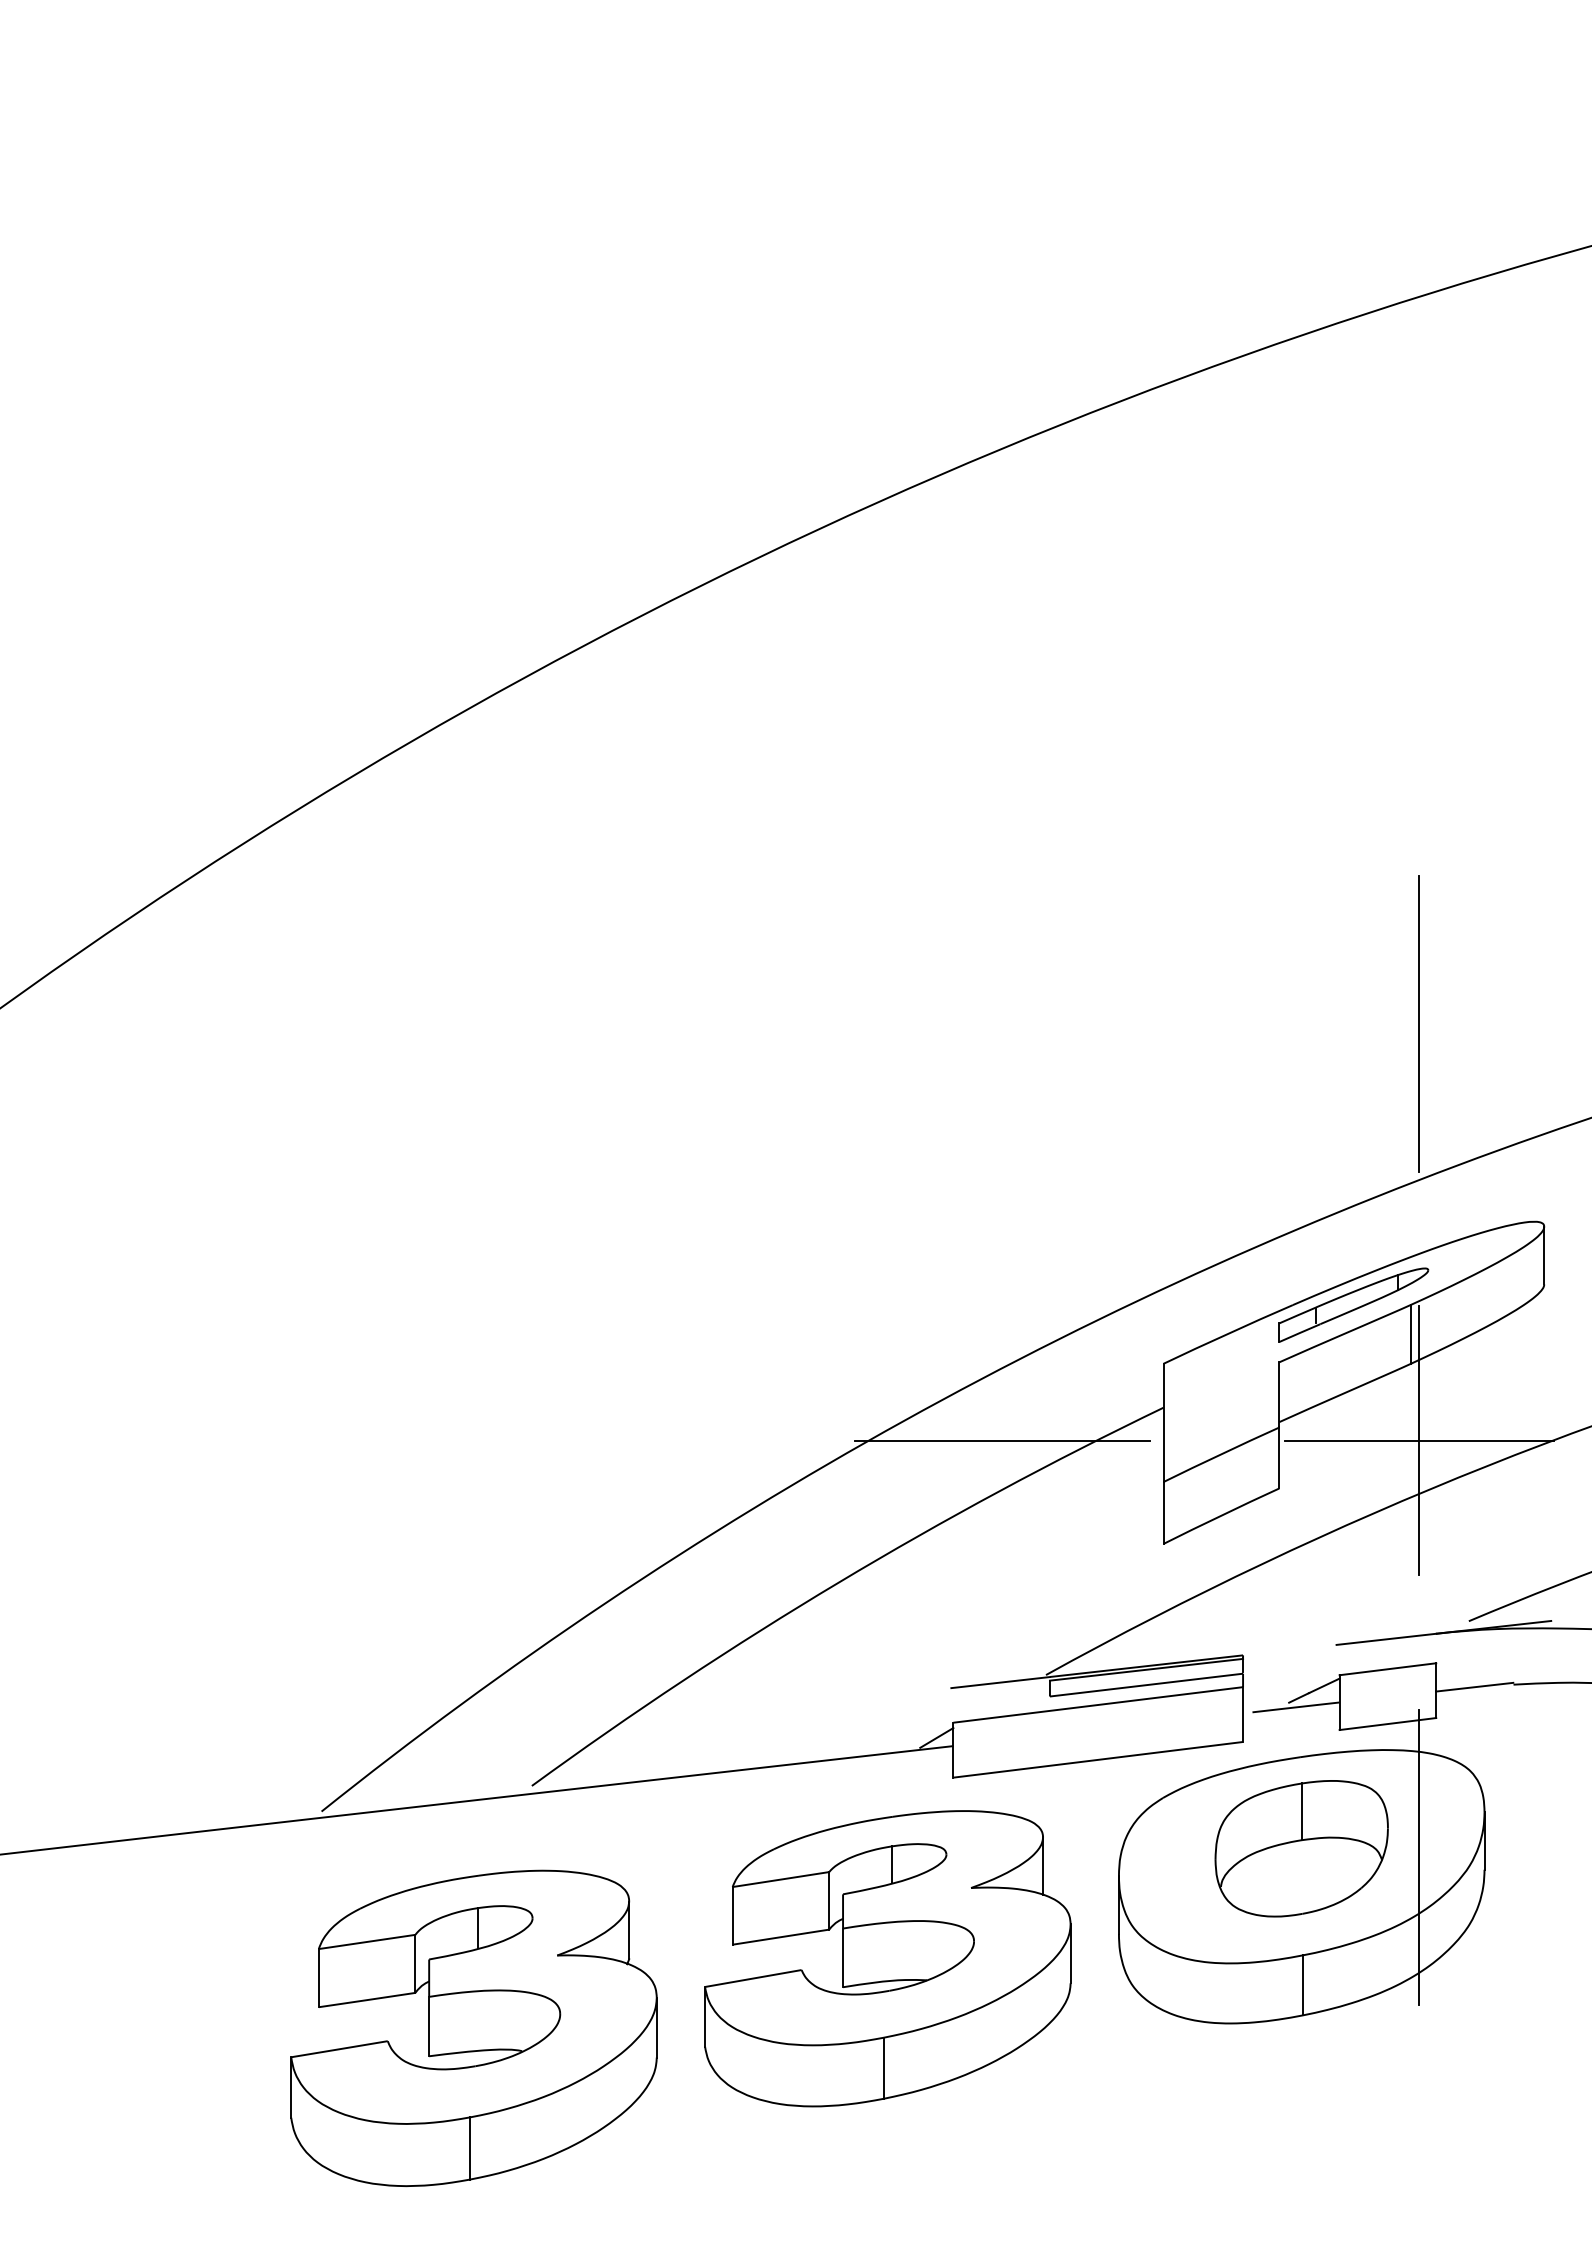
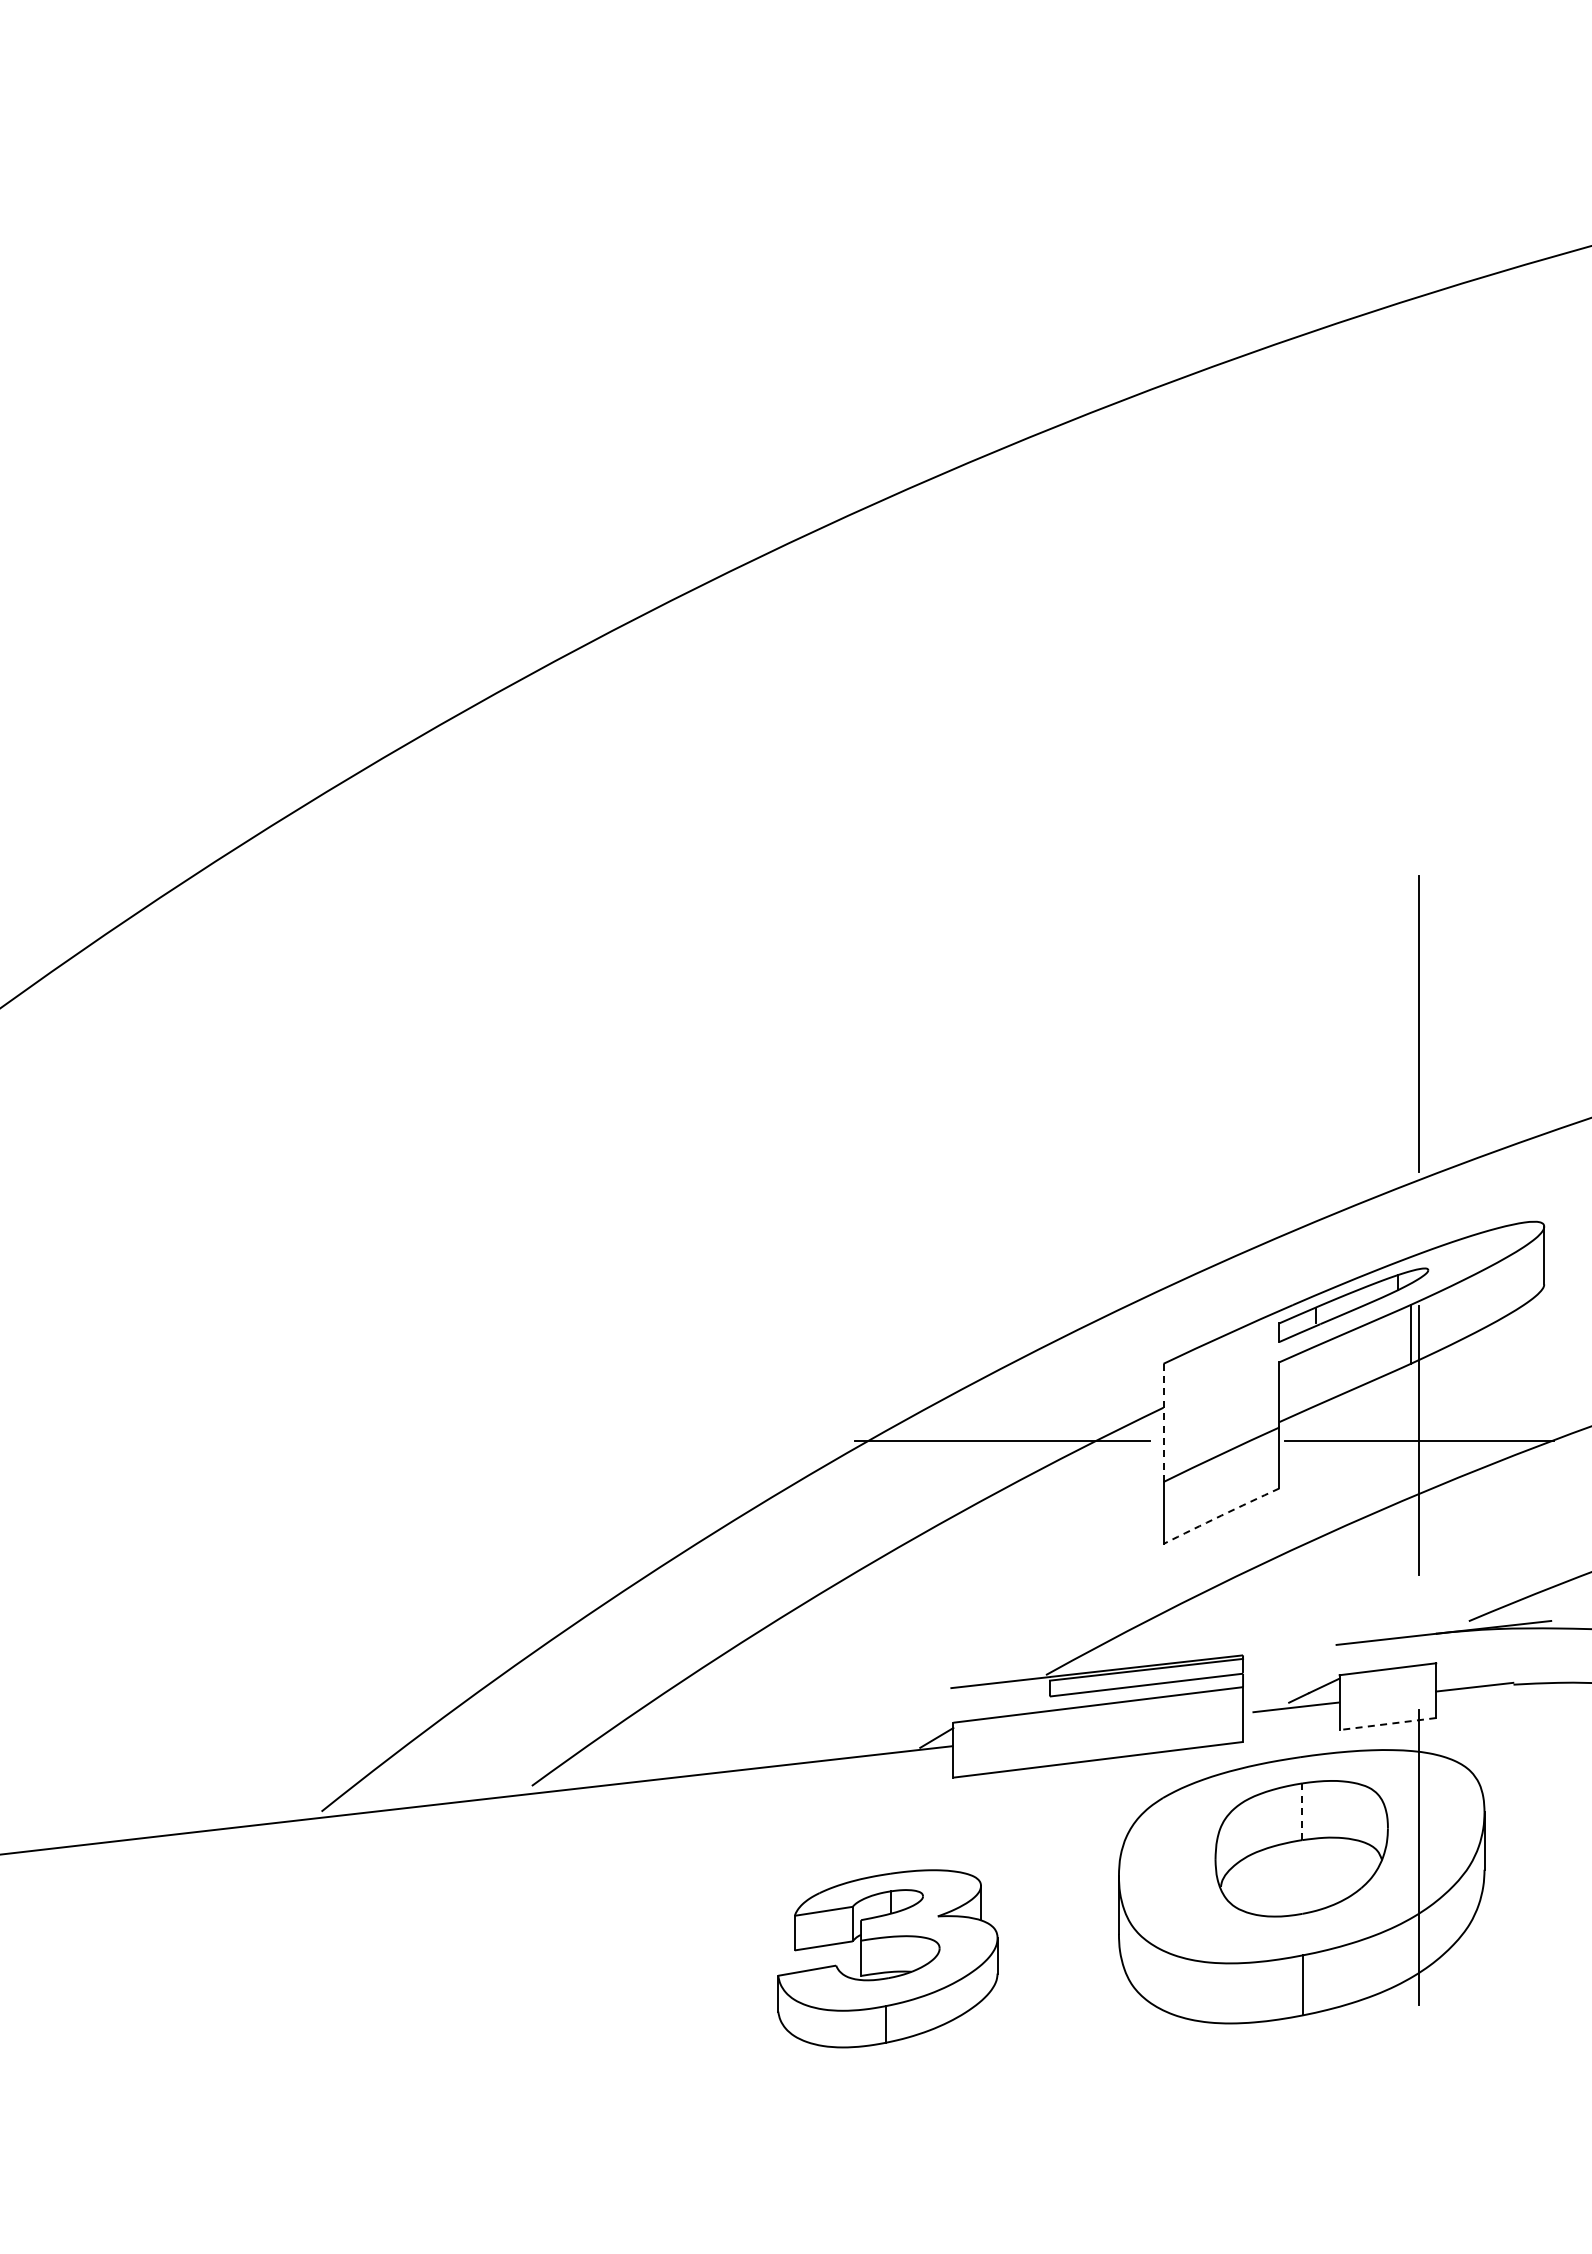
line at (1163, 1422): solid -> dashed
arc at (1221, 1515): solid -> dashed
line at (1387, 1724): solid -> dashed
line at (1302, 1812): solid -> dashed
part at (887, 1958) size: 368x298 px -> 222x180 px
part at (473, 2027): present -> none
